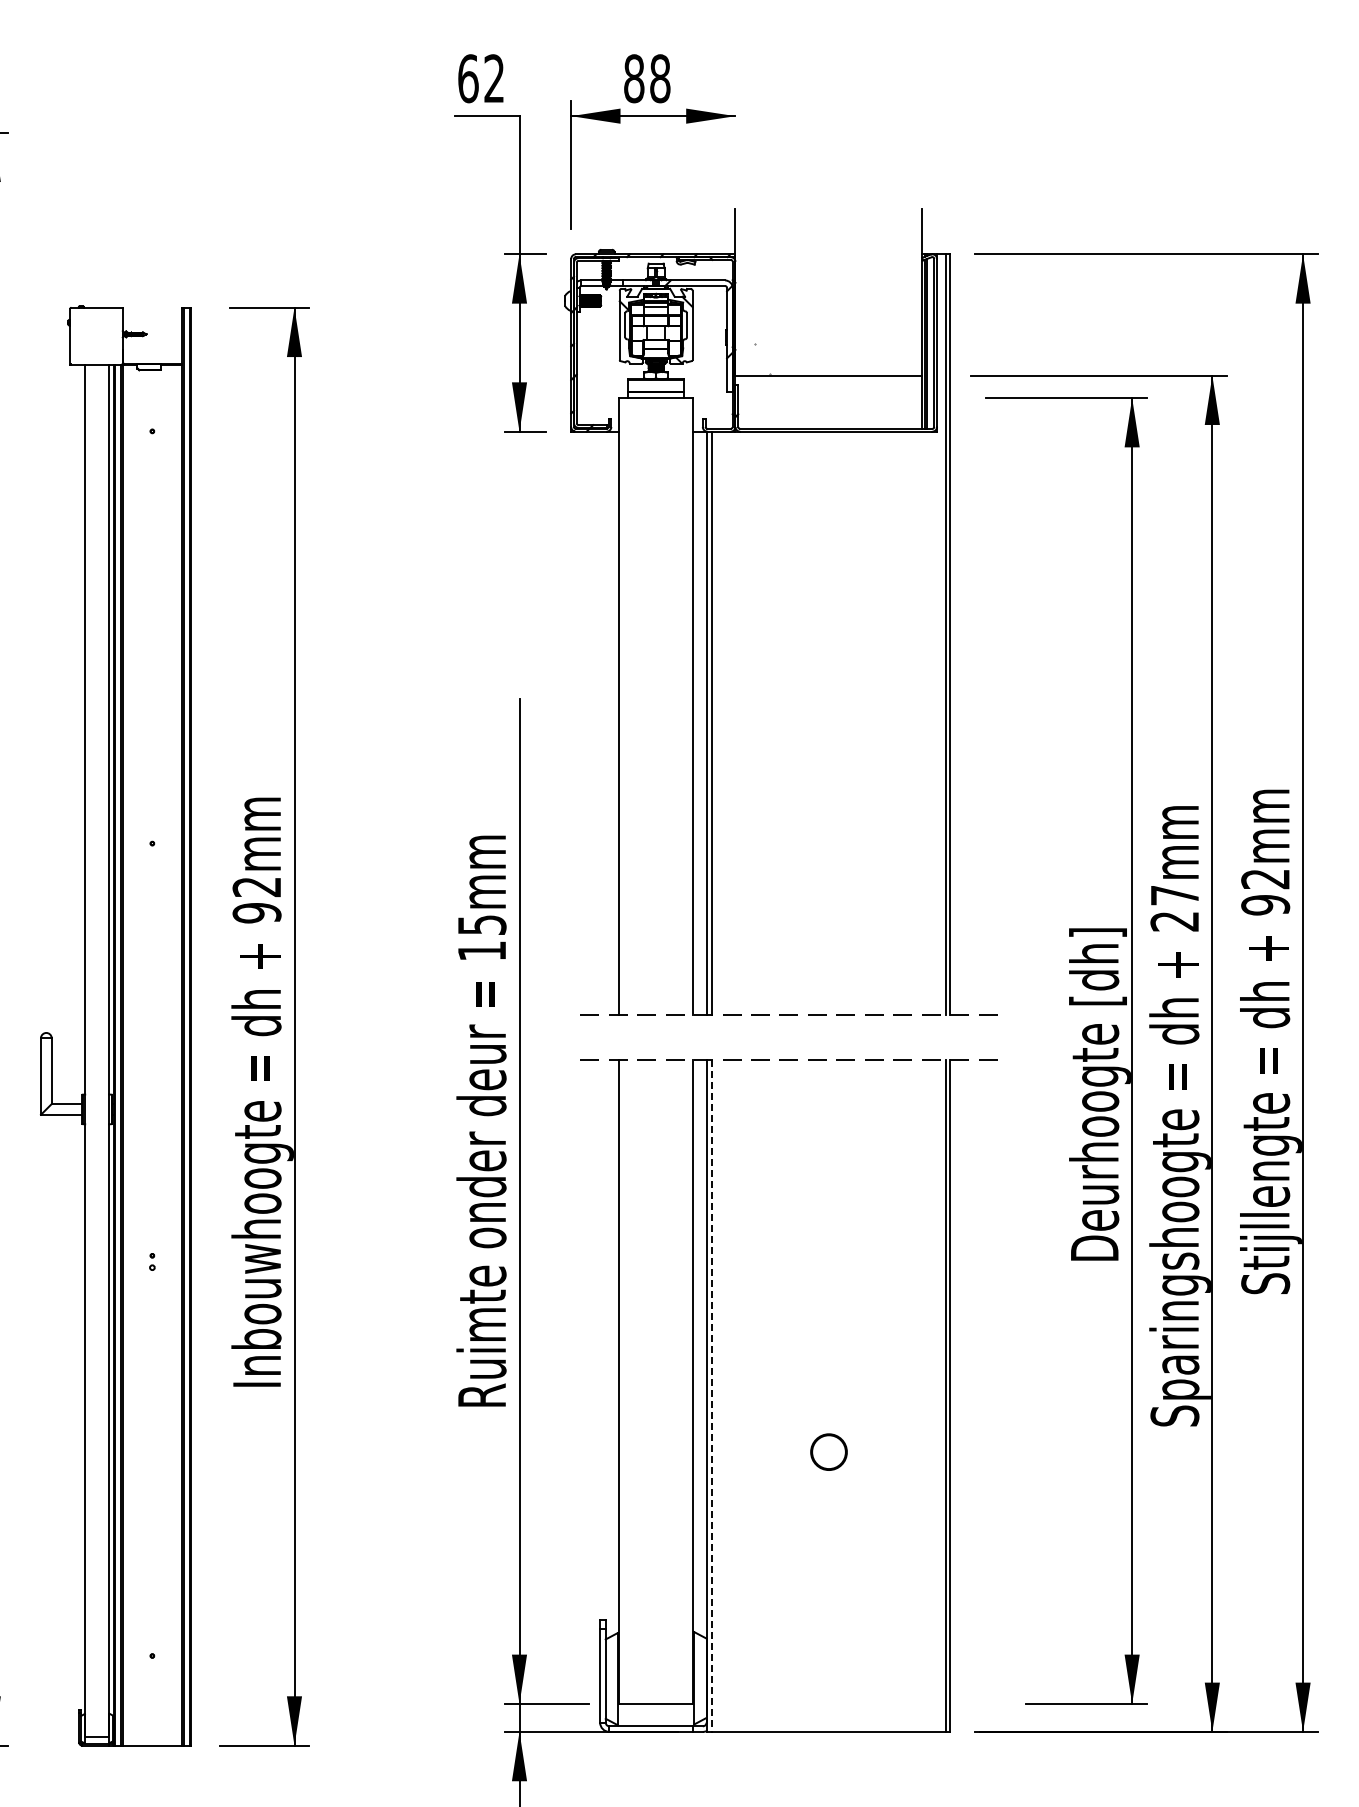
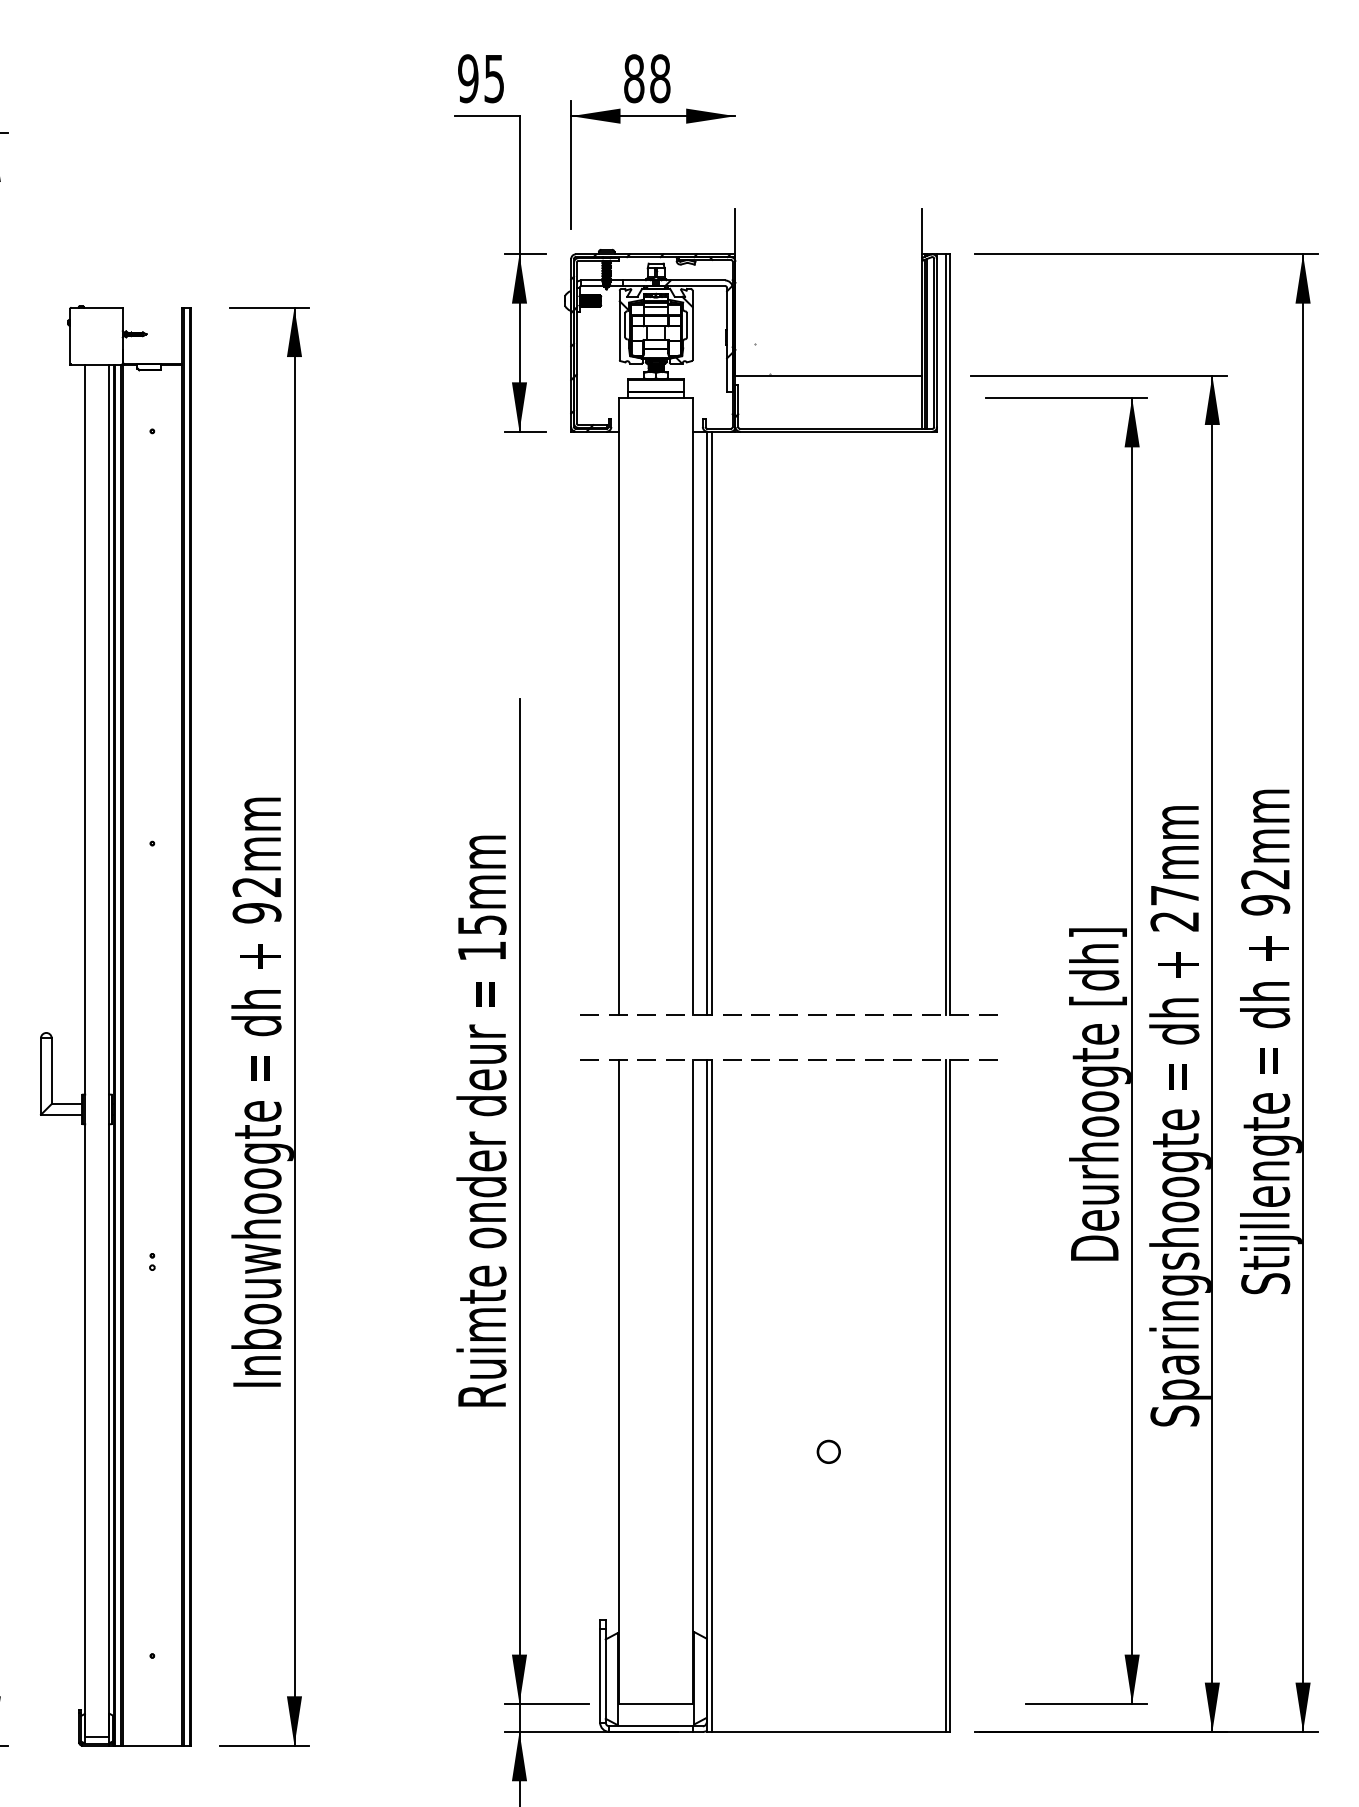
text at (480, 78): 62 -> 95
line at (712, 1396): dashed -> solid
circle at (828, 1451) size: 38x38 px -> 25x25 px
